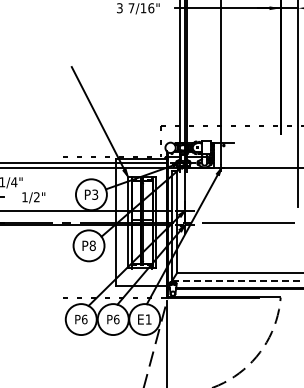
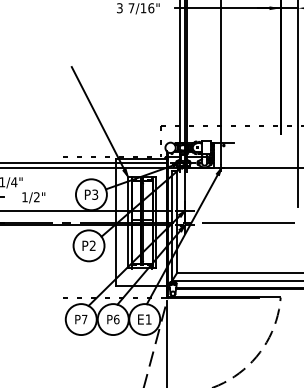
text at (92, 245): P8 -> P2
line at (237, 281): dashed -> solid
text at (84, 319): P6 -> P7
